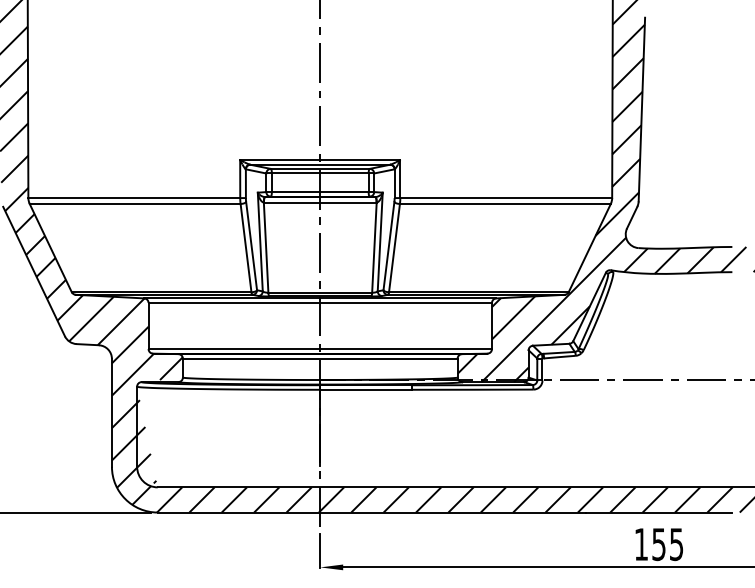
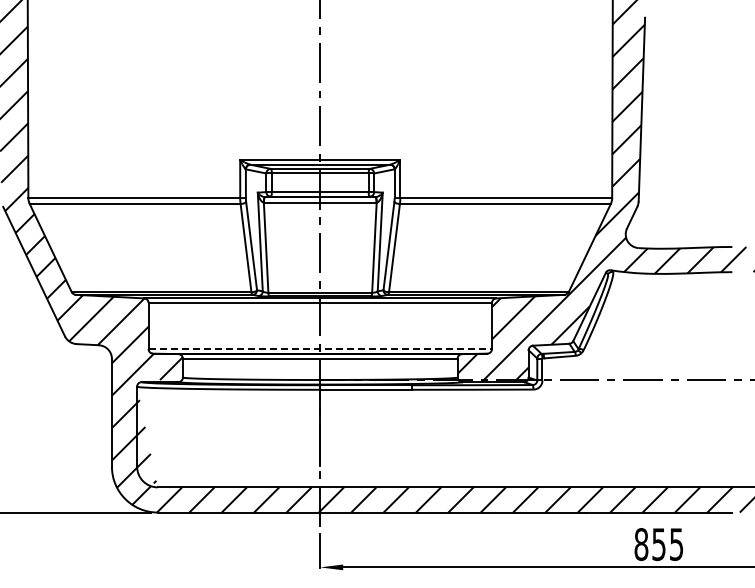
line at (320, 349): solid -> dashed
text at (641, 544): 155 -> 855
